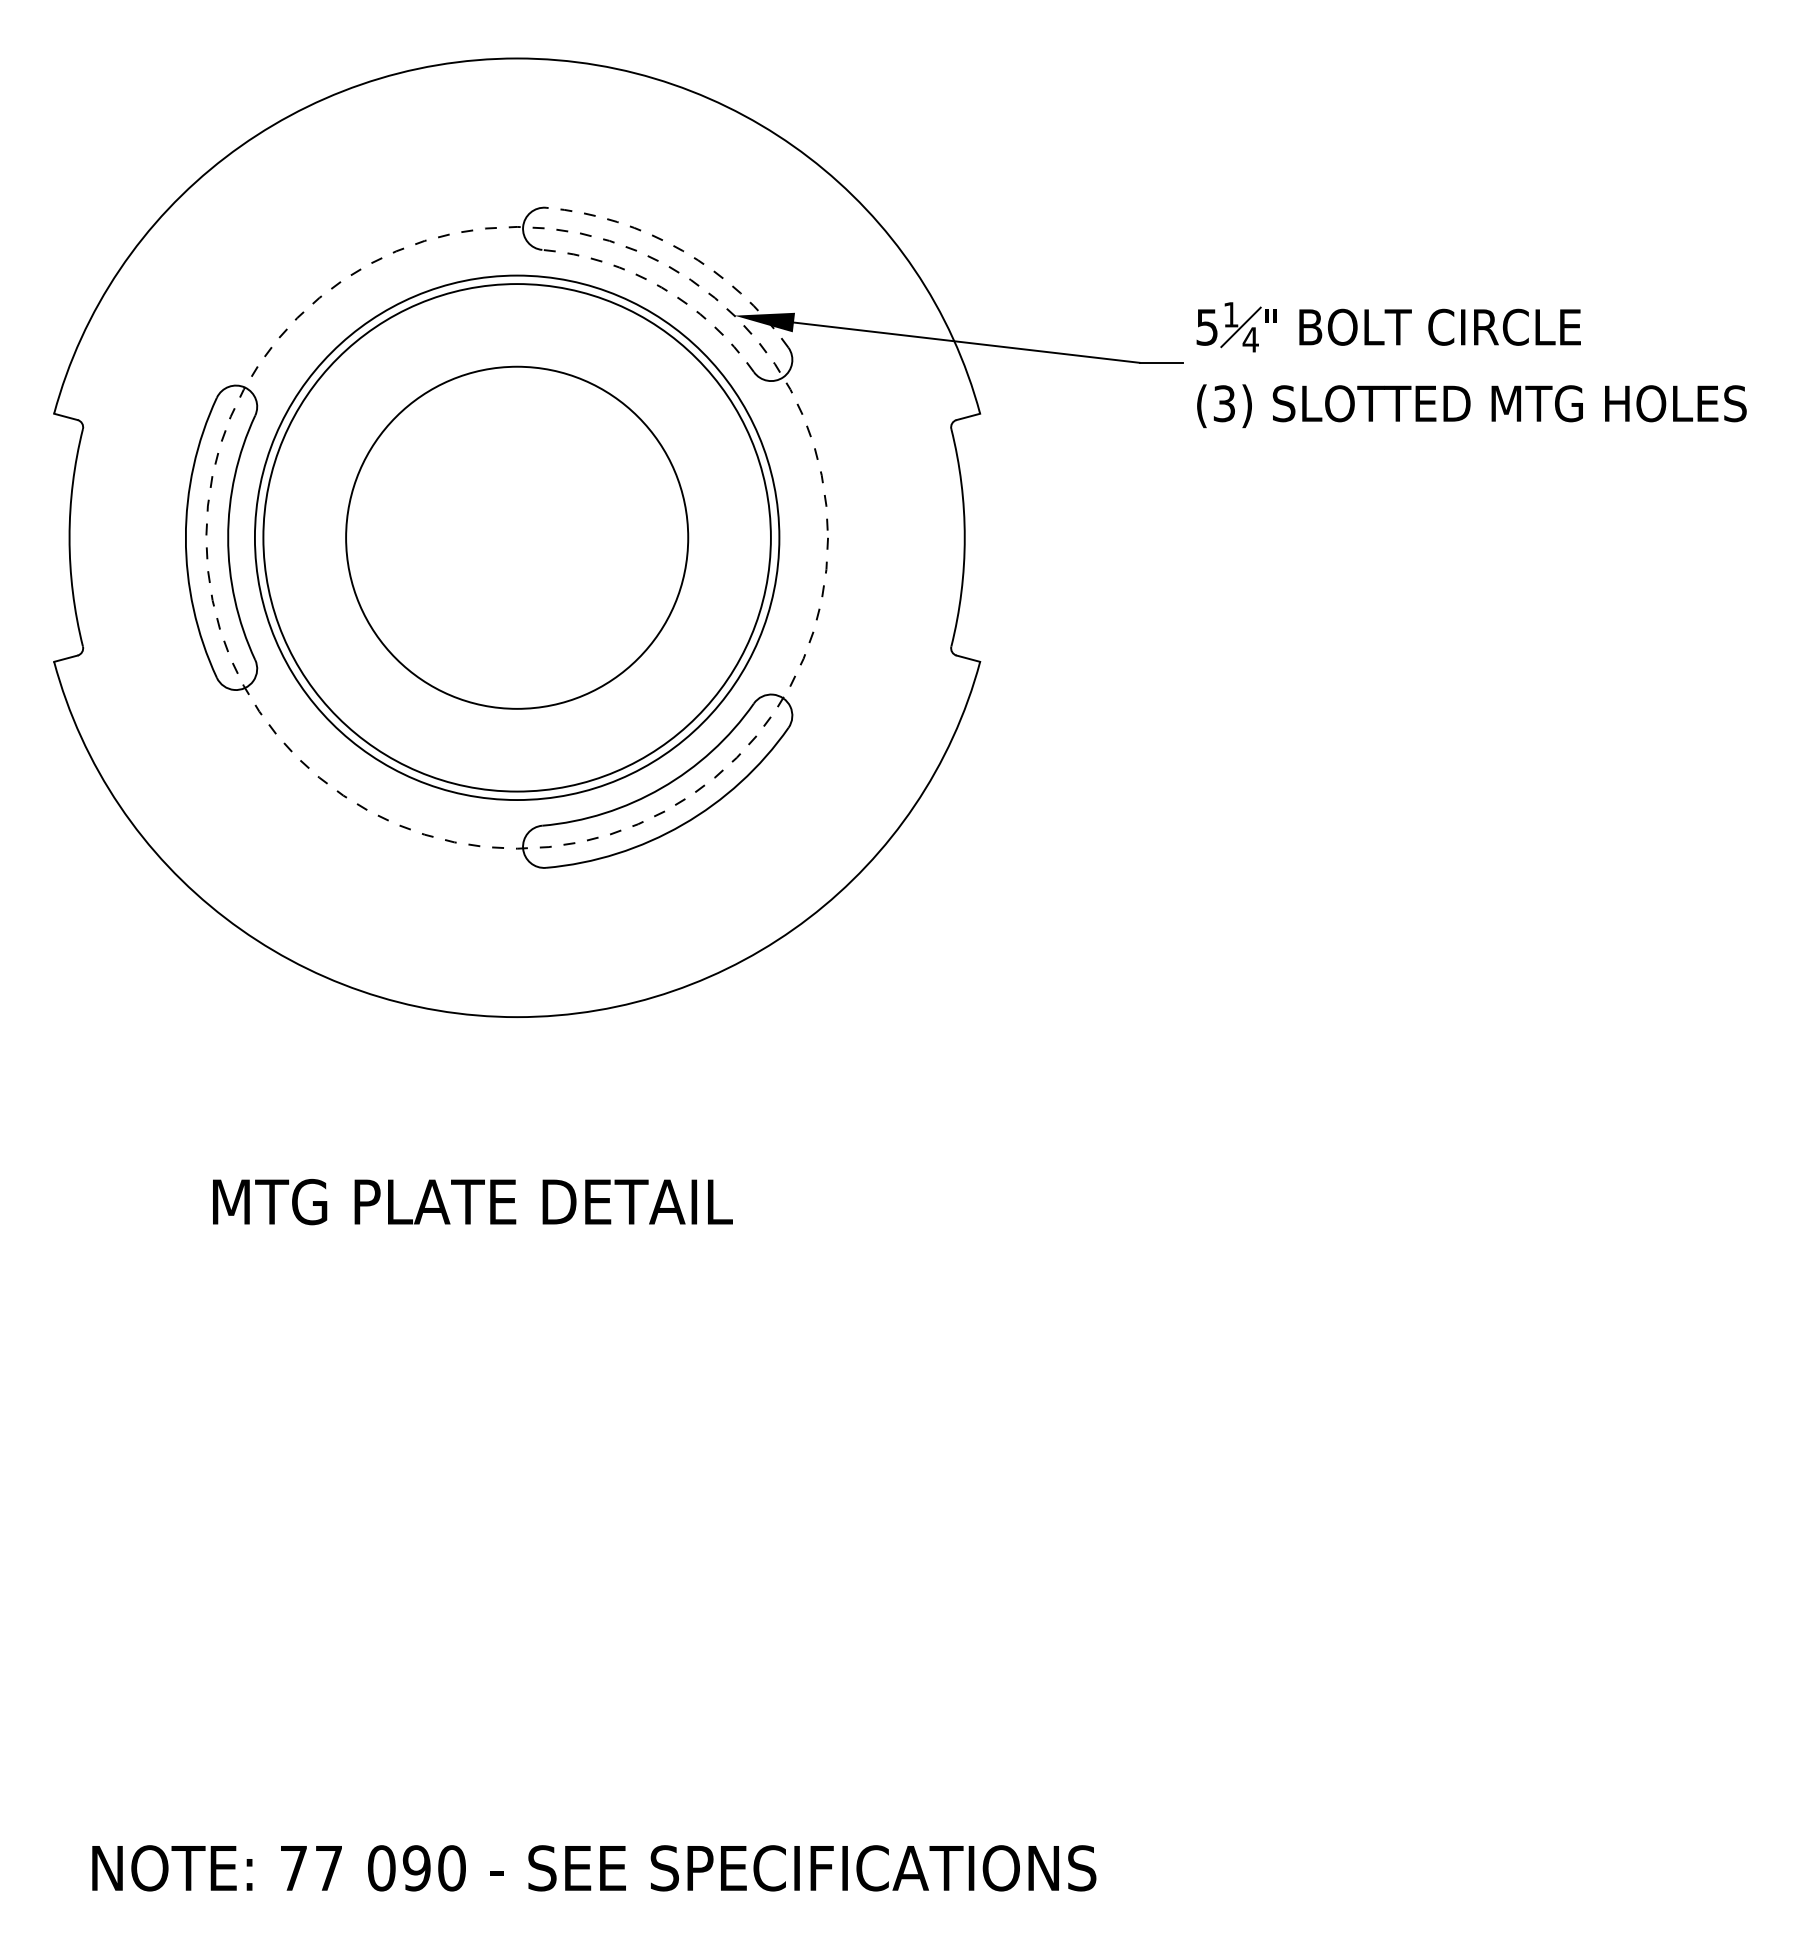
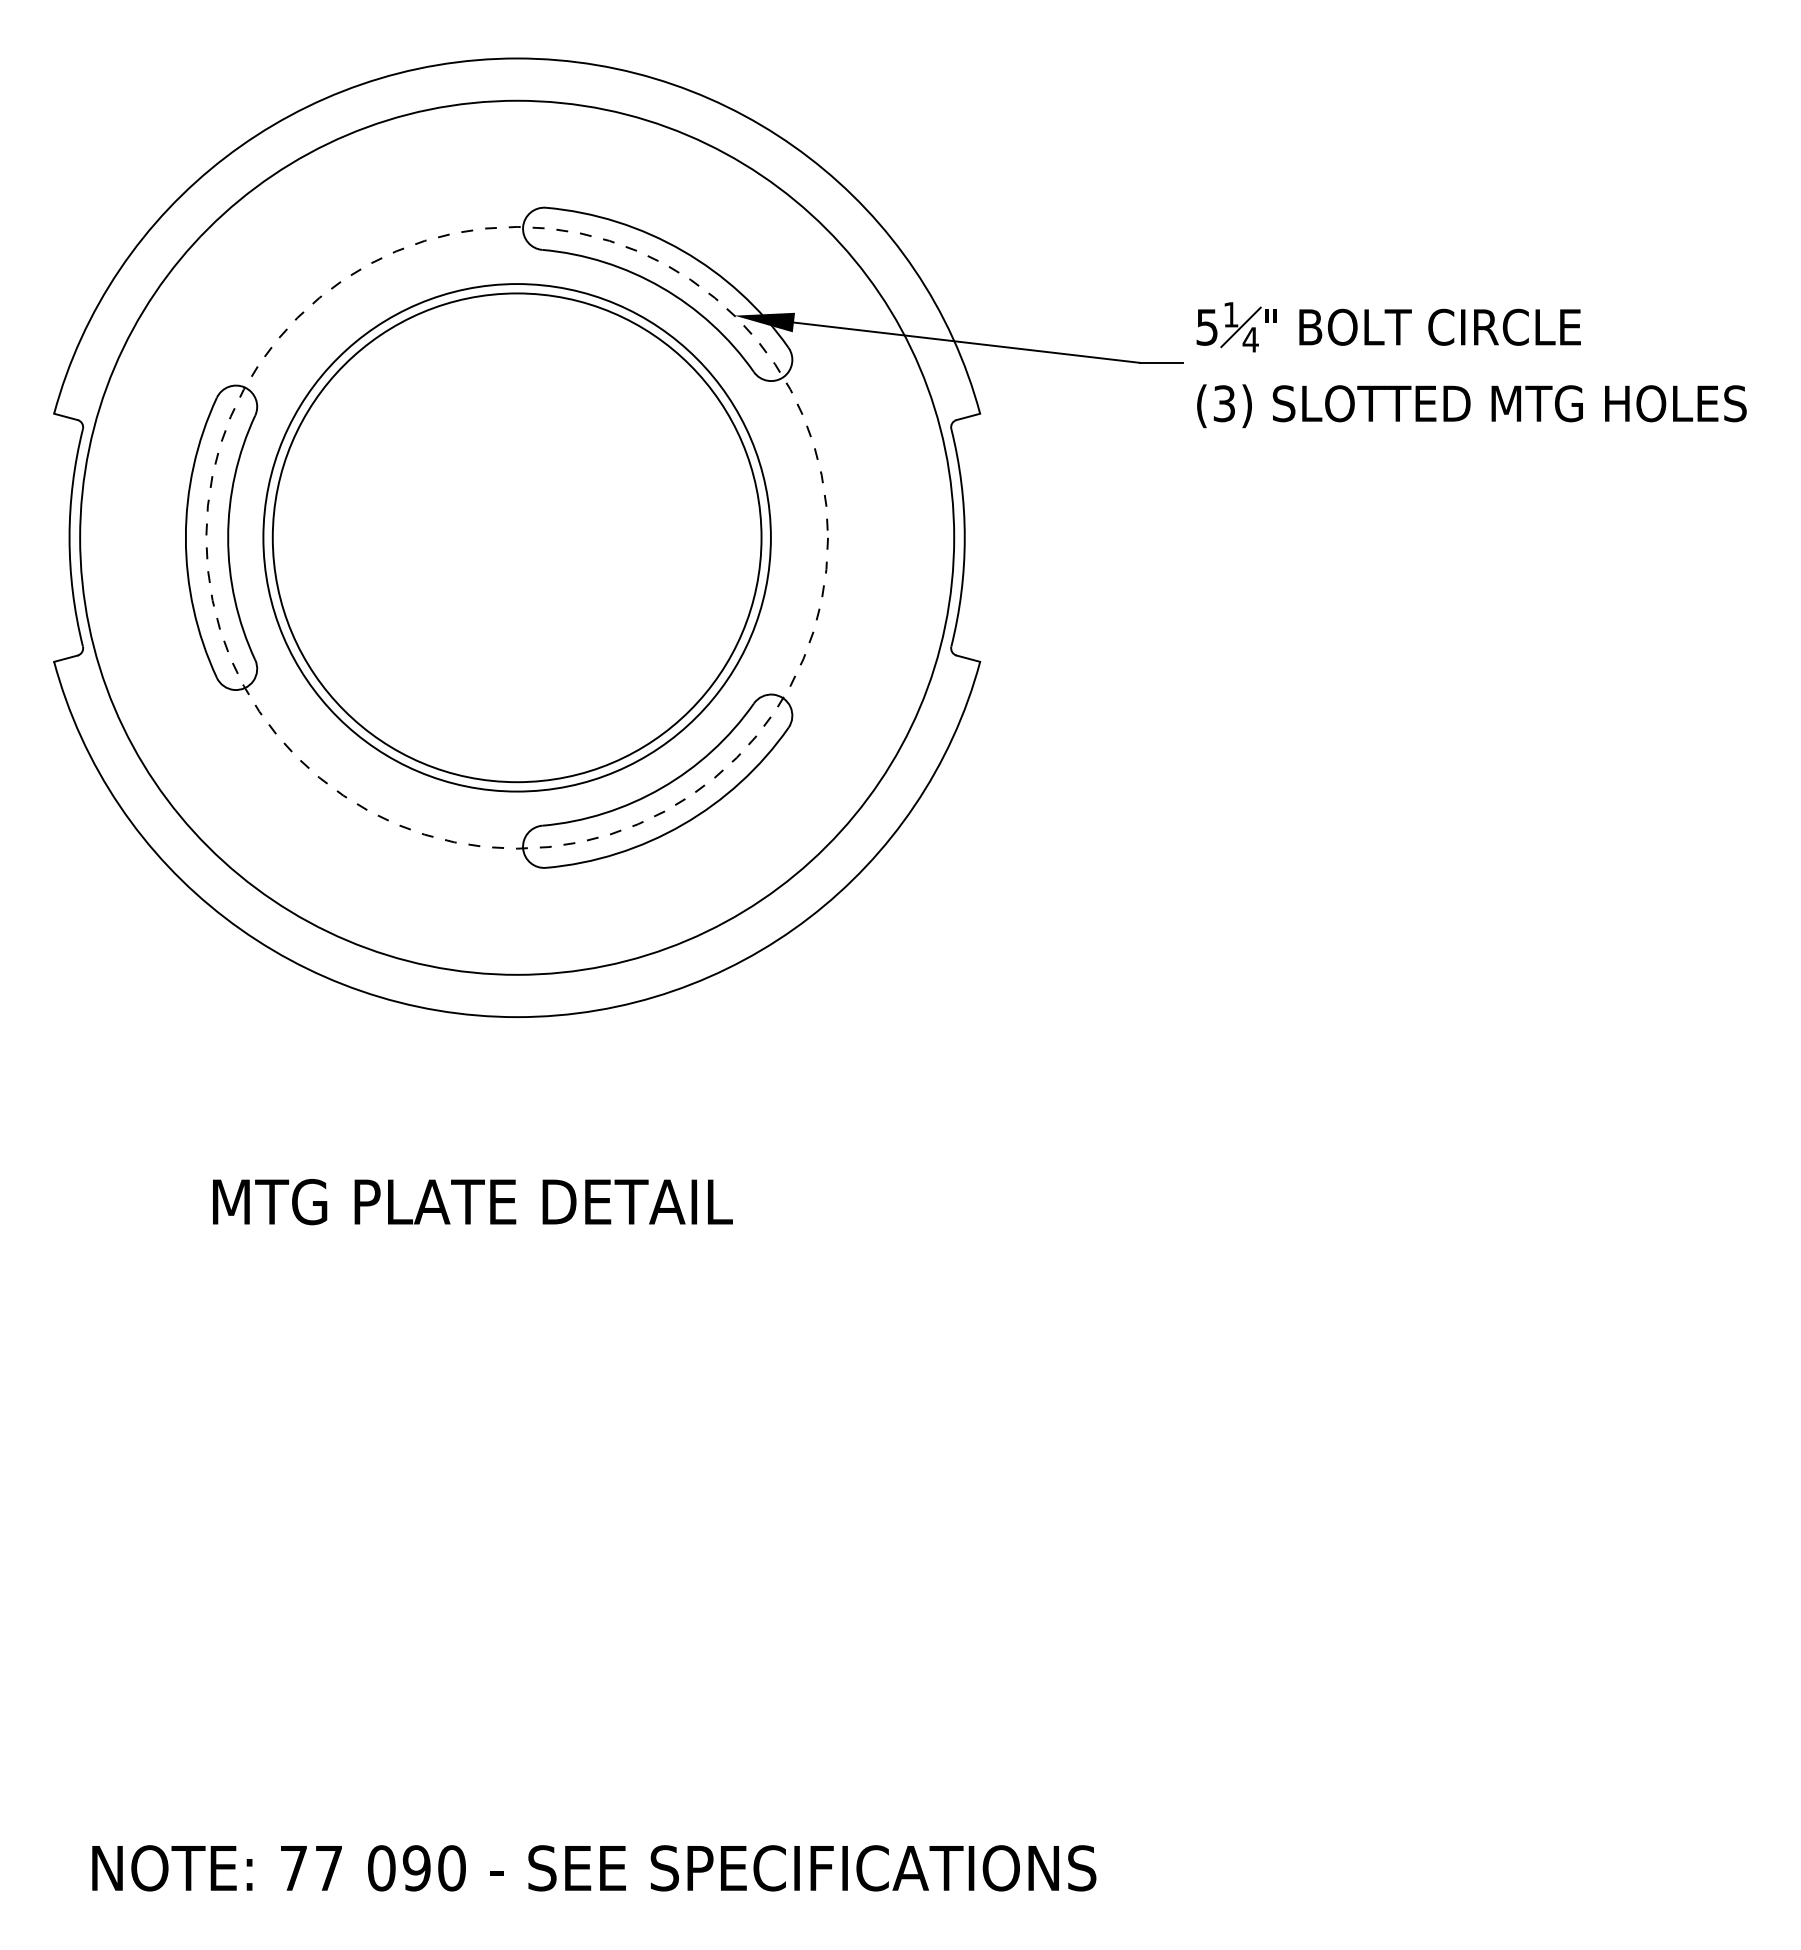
arc at (682, 250): dashed -> solid
arc at (661, 287): dashed -> solid
circle at (516, 537) diameter: 524 px -> 874 px
circle at (517, 537) diameter: 342 px -> 489 px
